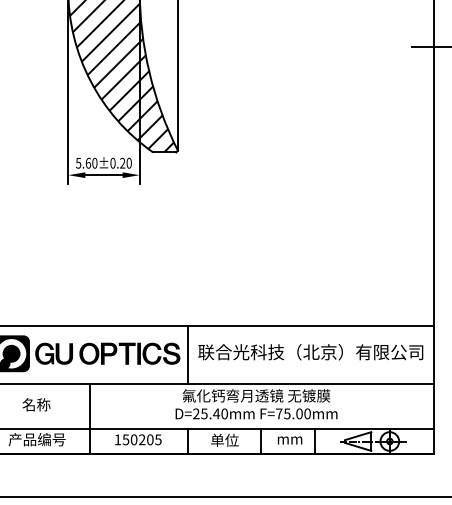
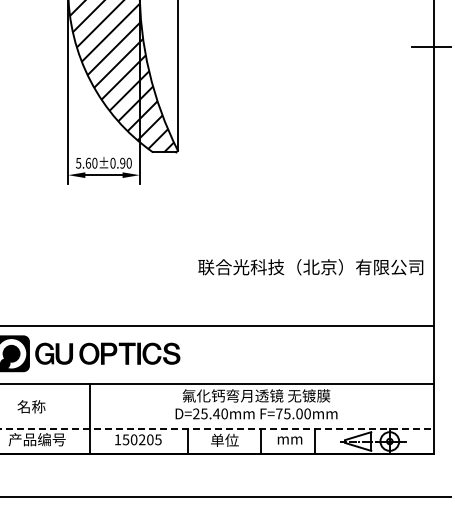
text at (122, 163): 20 -> 90
text at (310, 352) position: (310, 352) -> (310, 267)
line at (188, 354): present -> none
text at (36, 404) position: (36, 404) -> (31, 406)
line at (216, 429): solid -> dashed
